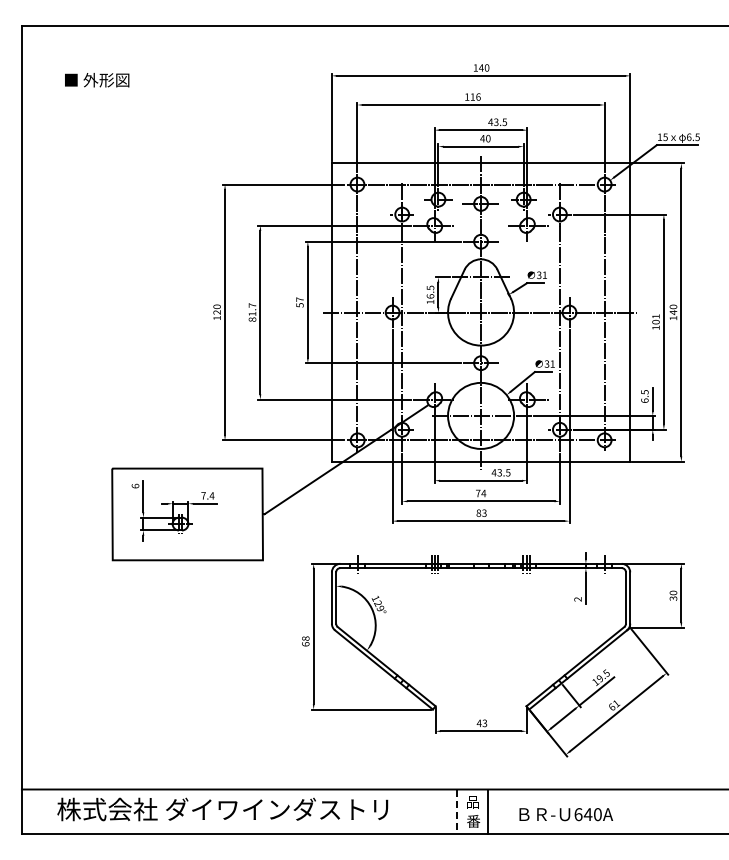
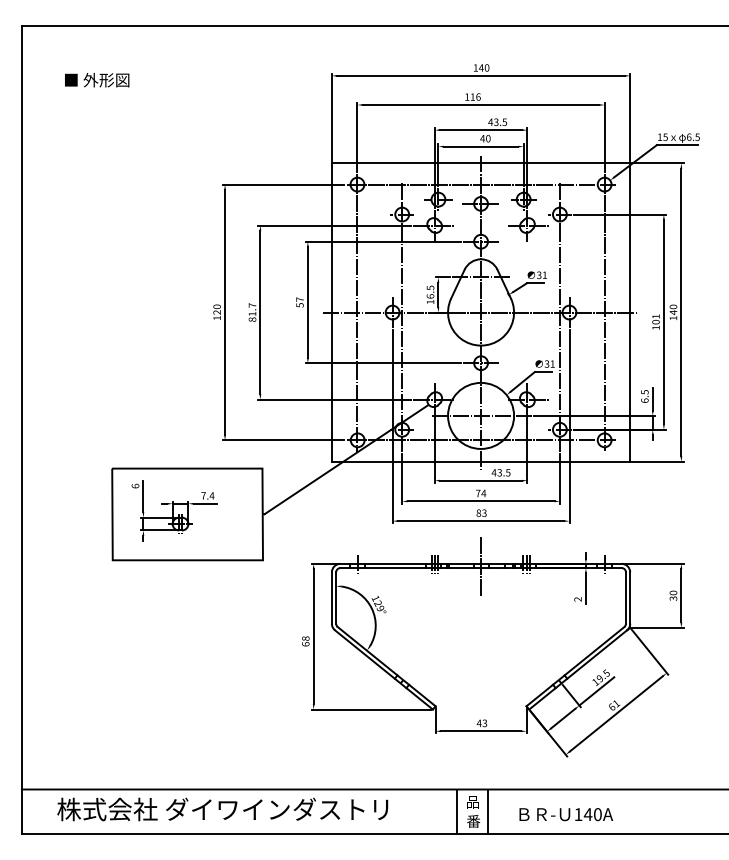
line at (481, 566): none -> present
line at (457, 812): dashed -> solid
text at (578, 814): 640A -> 140A
